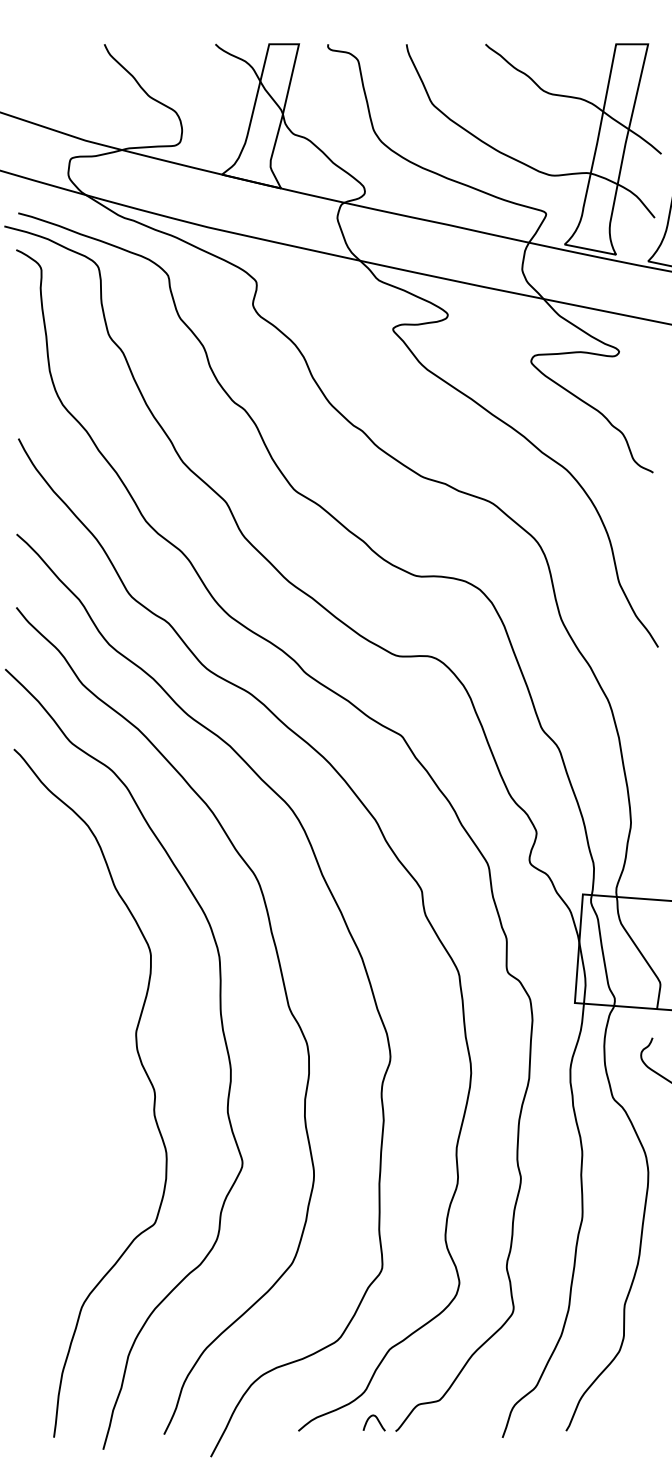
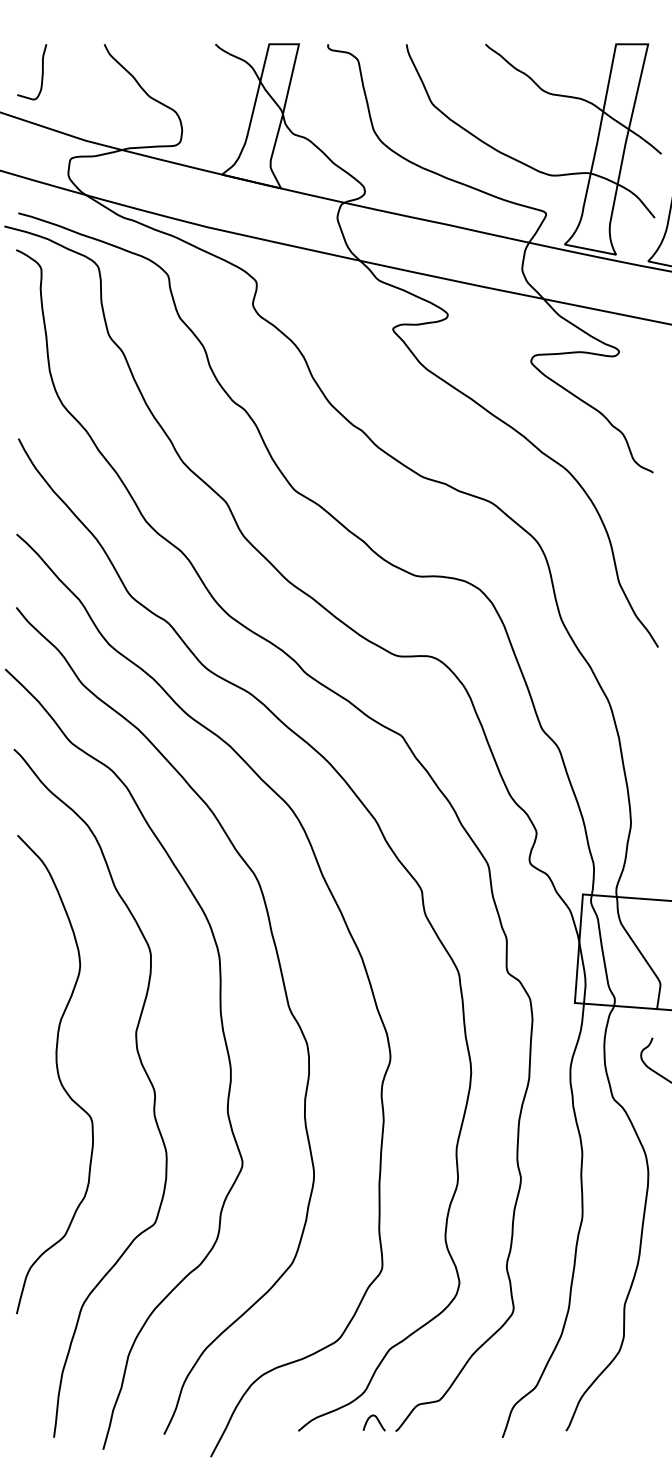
curve at (41, 73): none -> present
curve at (57, 1074): none -> present
